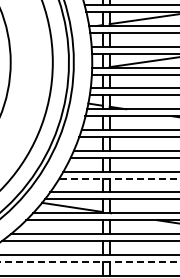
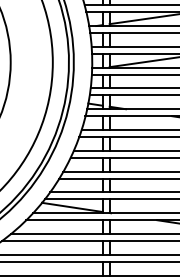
line at (118, 178): dashed -> solid
line at (89, 261): dashed -> solid
